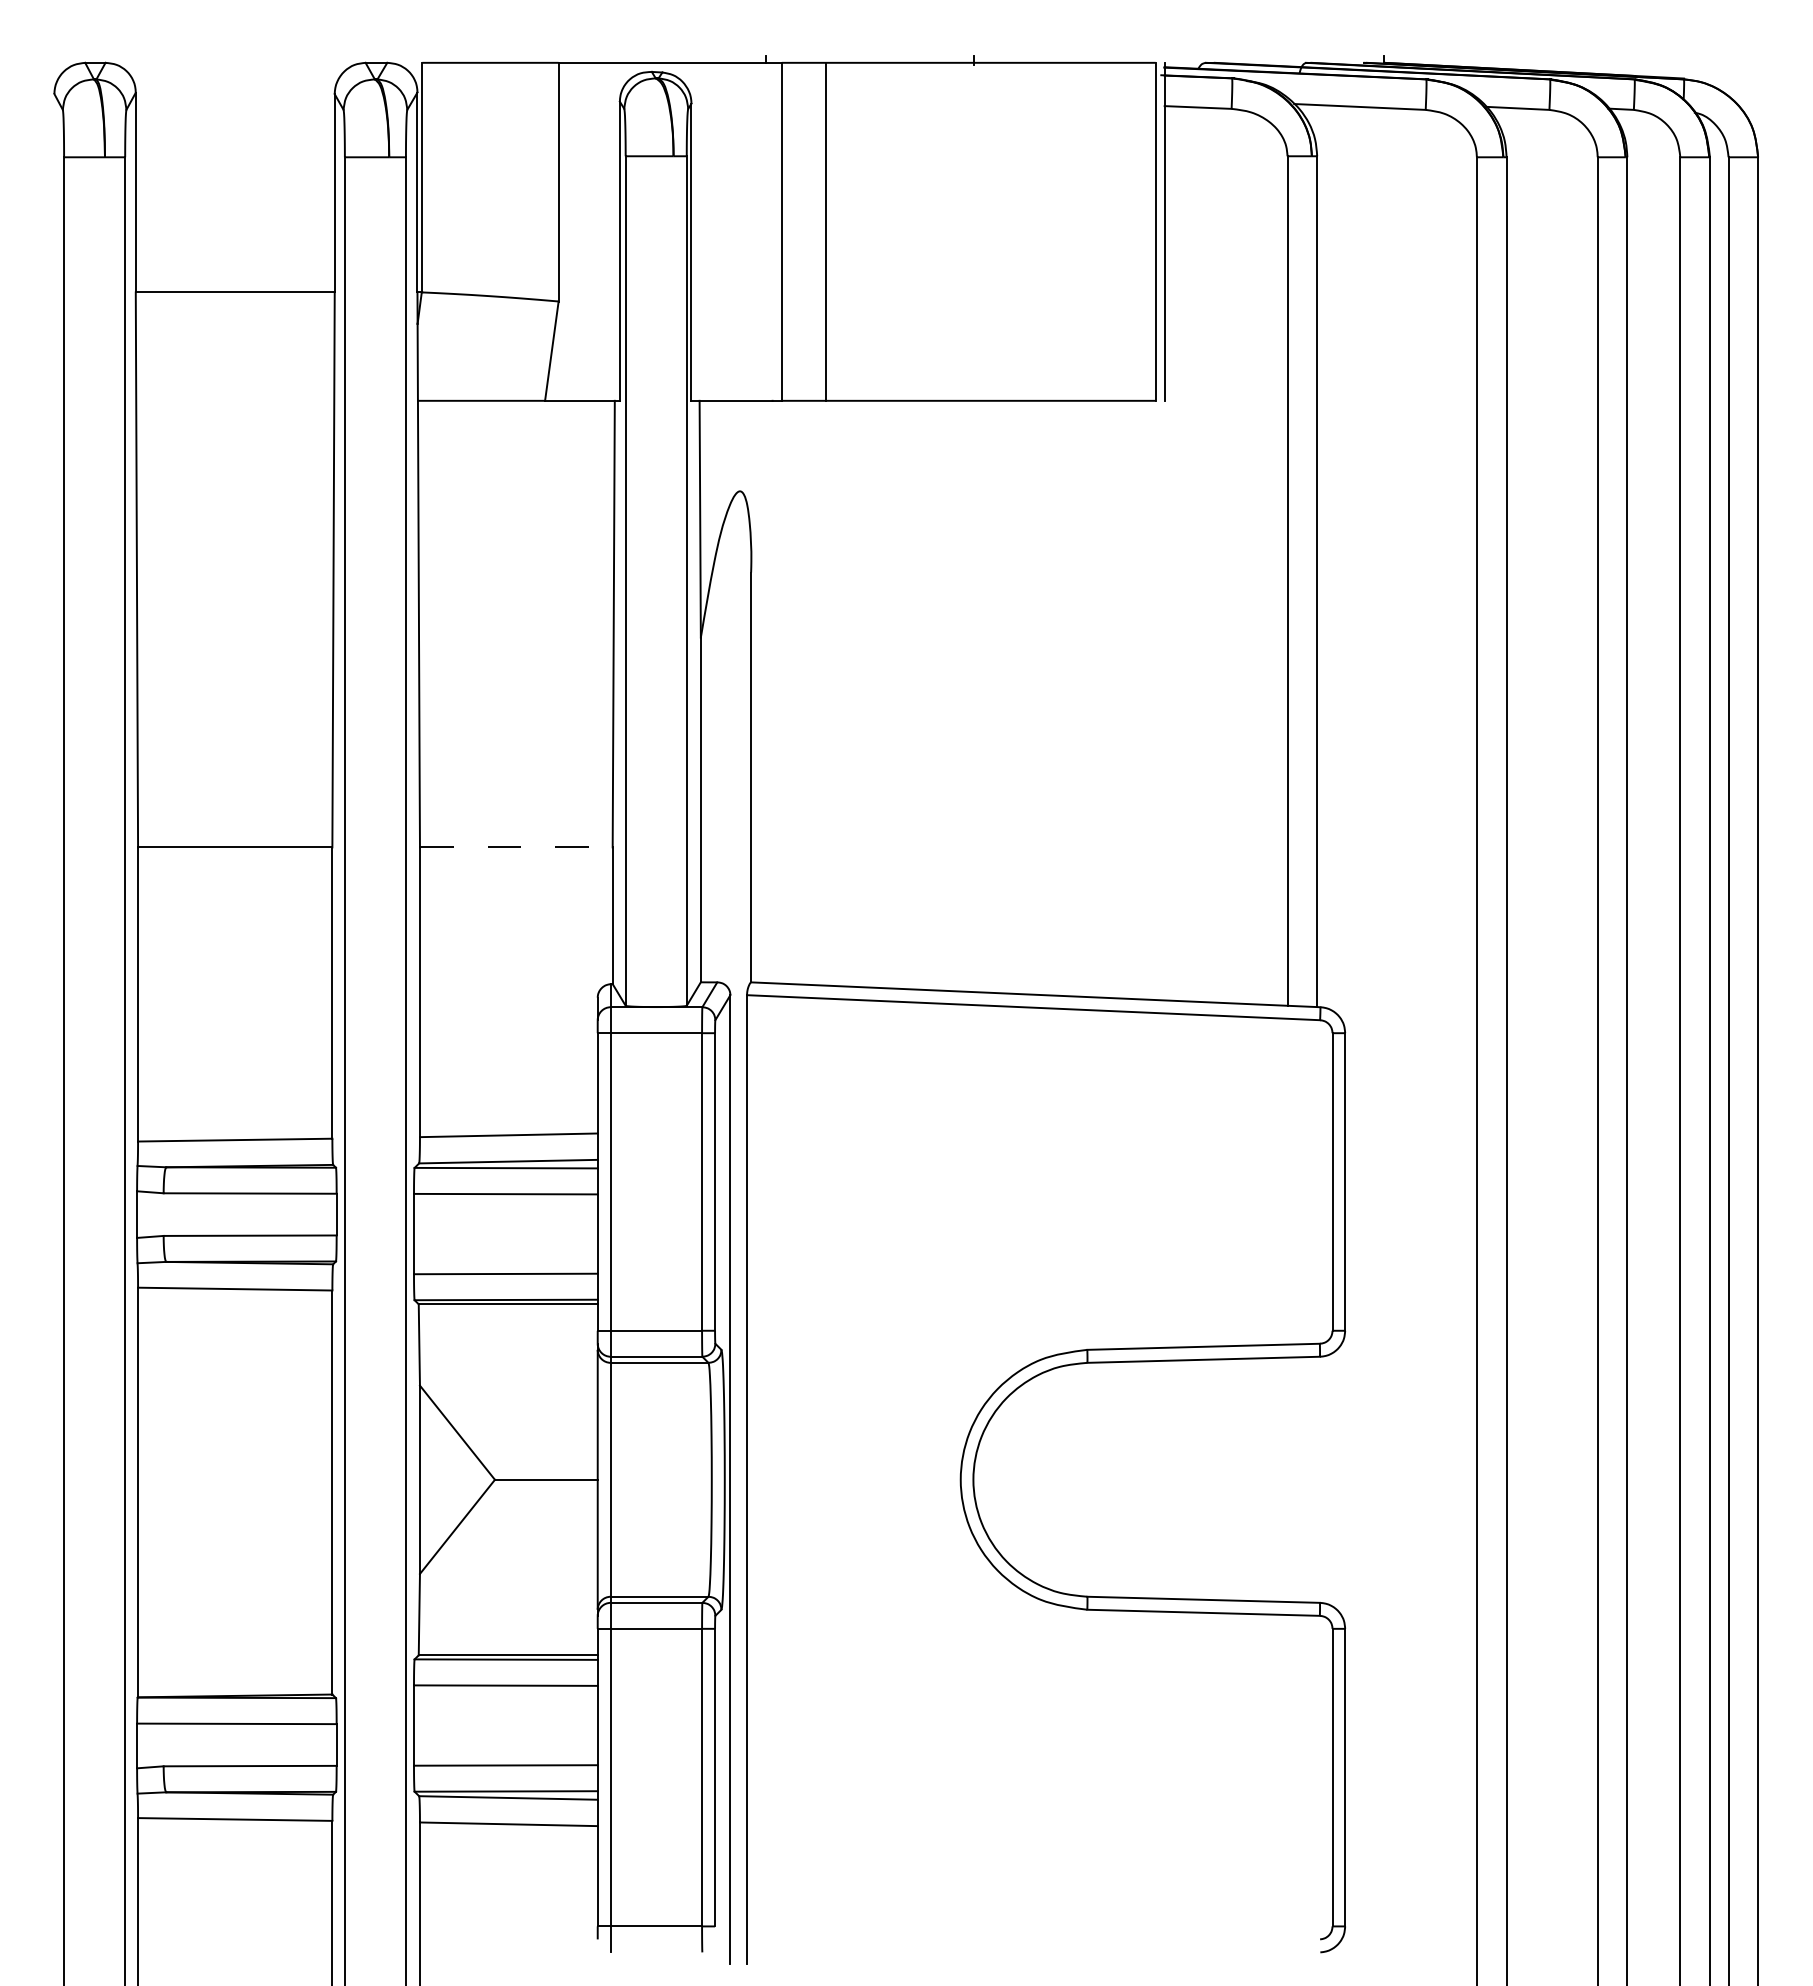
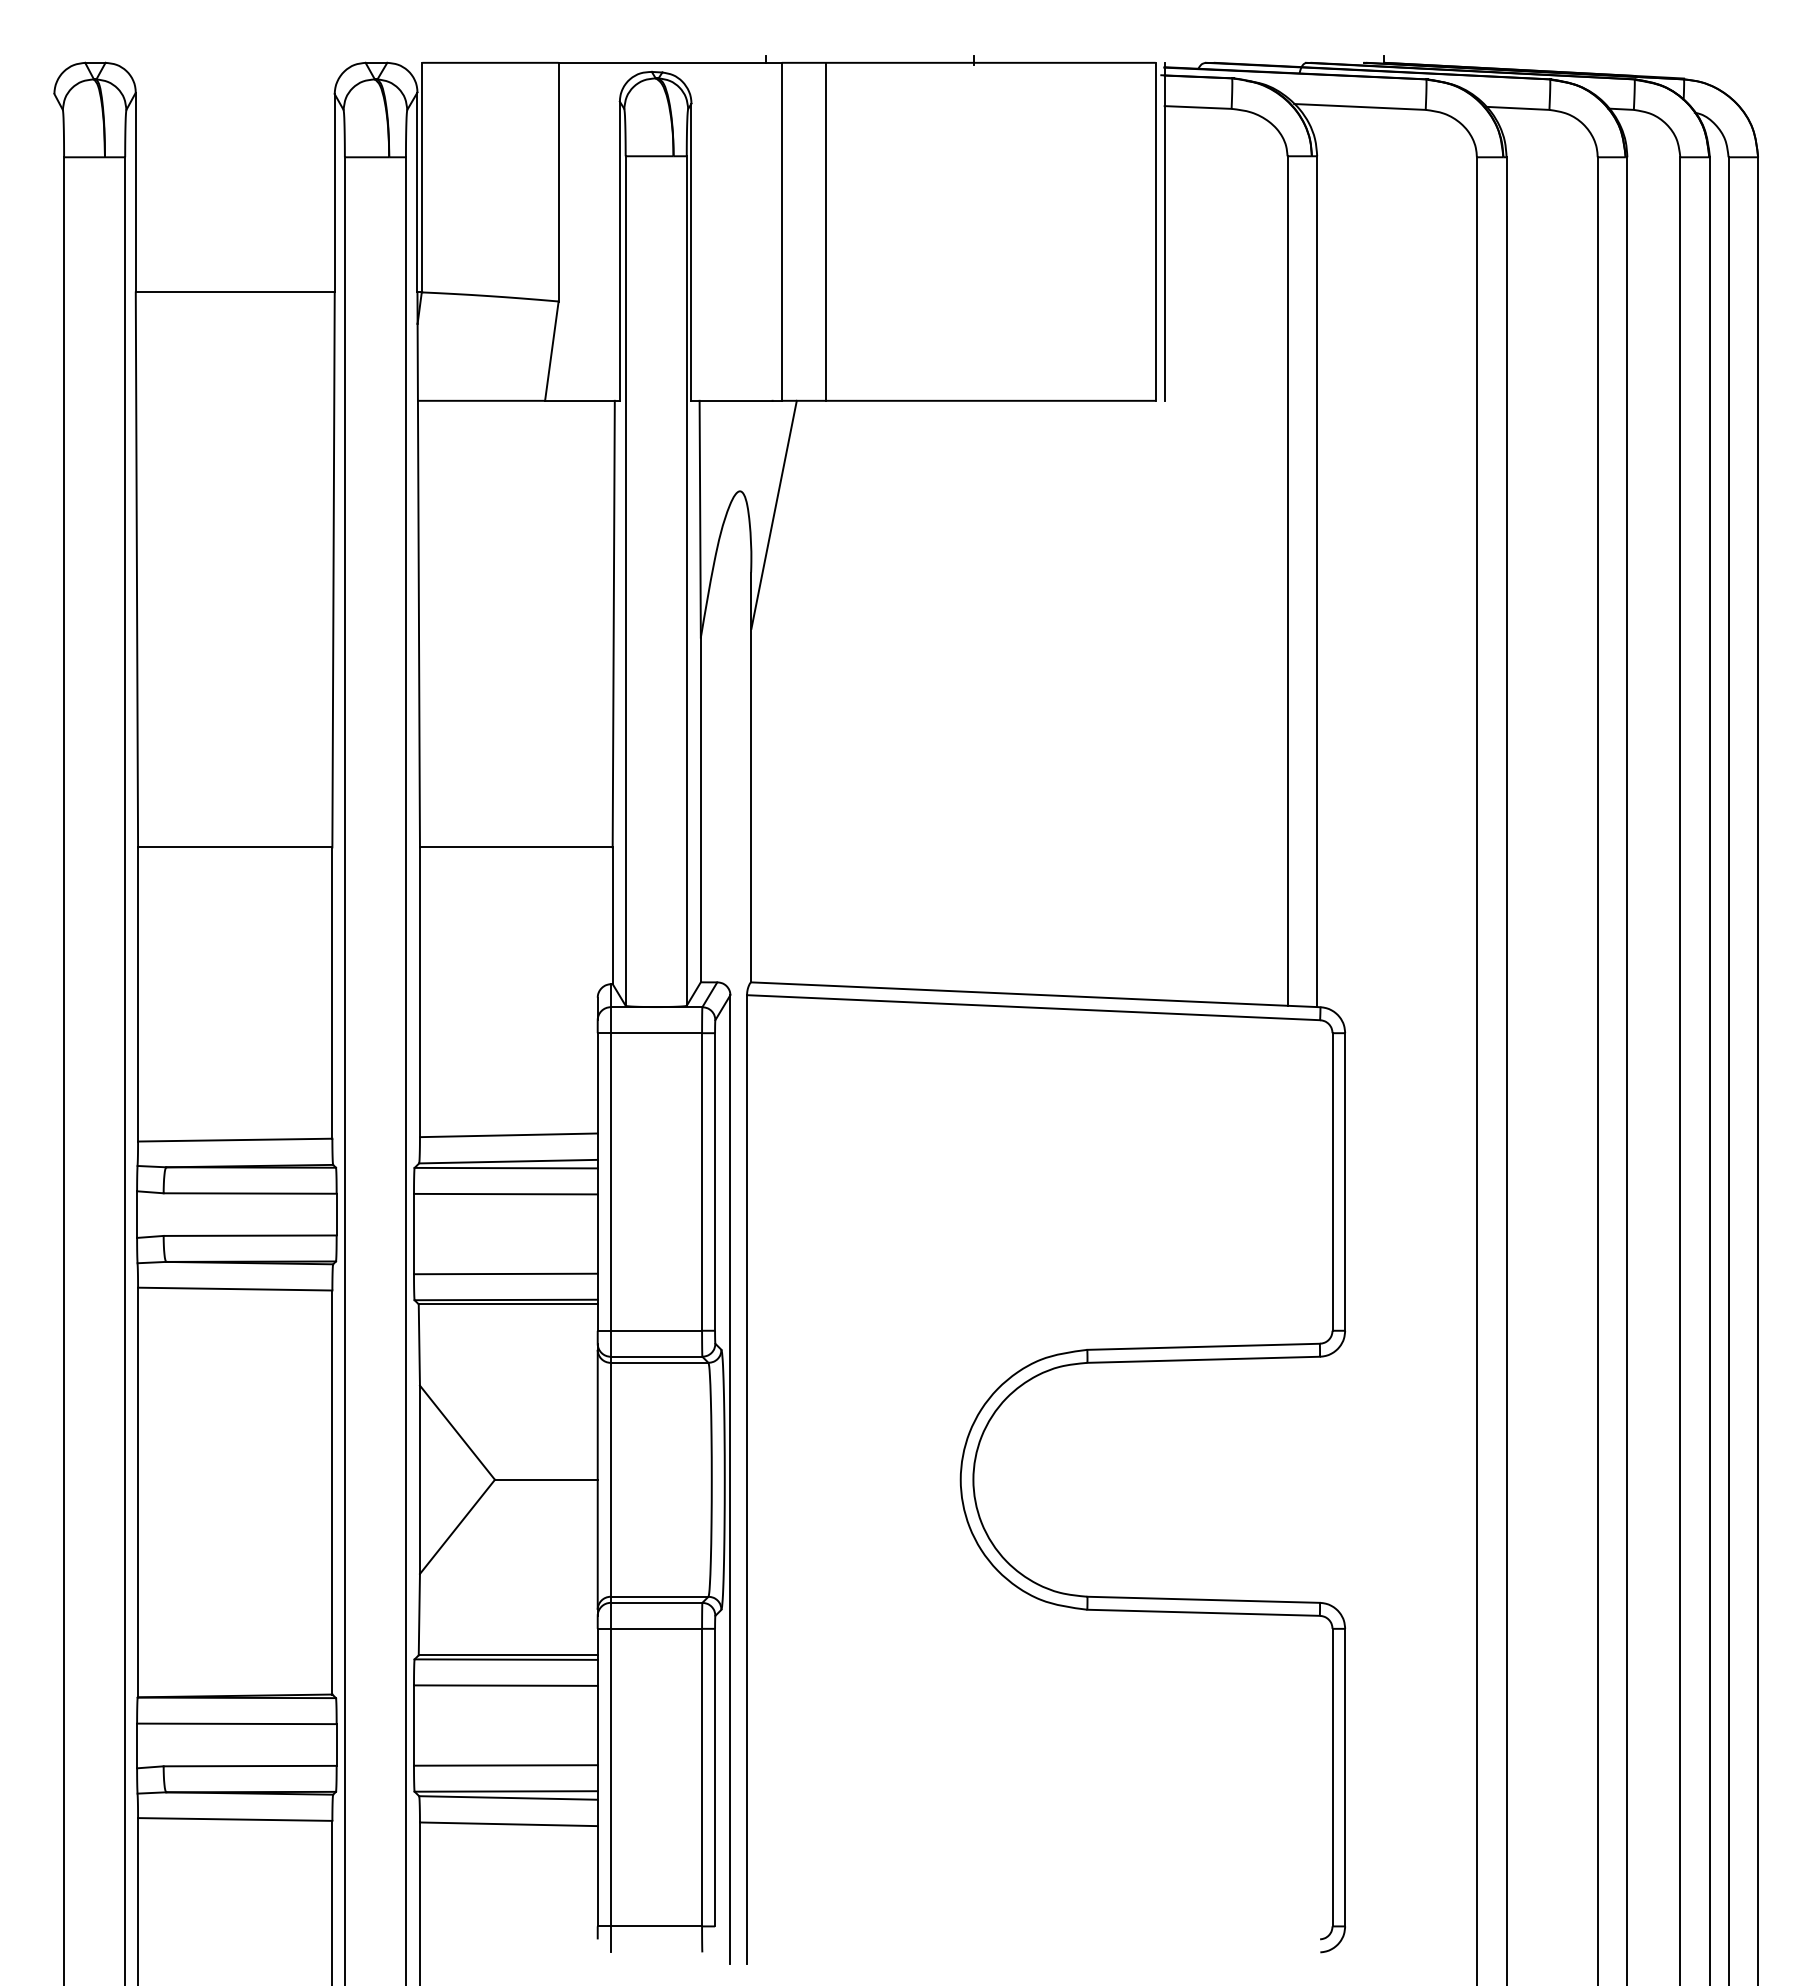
line at (773, 514): none -> present
line at (516, 847): dashed -> solid
